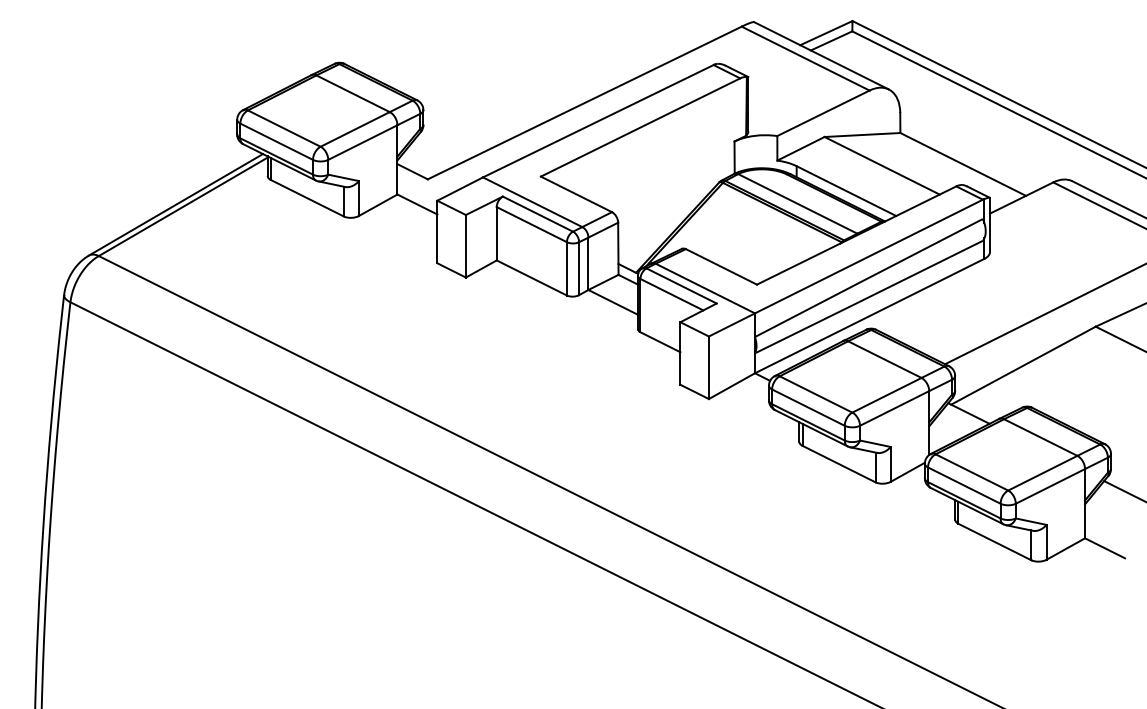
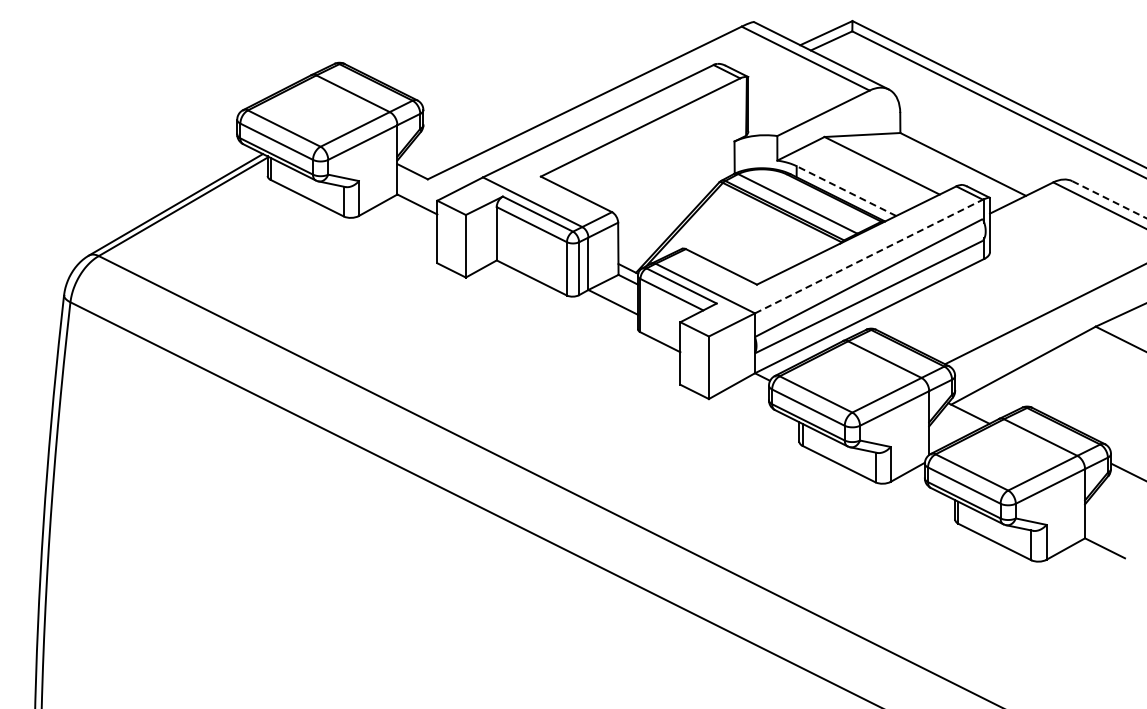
line at (846, 191): solid -> dashed
line at (1109, 199): solid -> dashed
line at (869, 256): solid -> dashed
line at (1123, 490) position: (1123, 490) -> (1127, 472)
